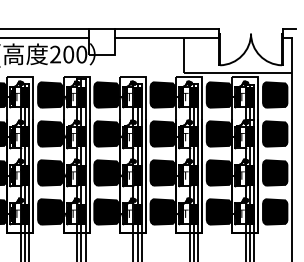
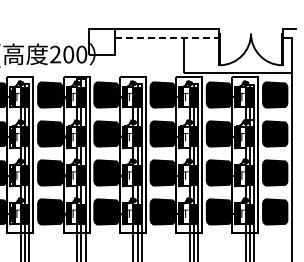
line at (45, 29): present -> none
line at (45, 38): present -> none
line at (166, 38): solid -> dashed
